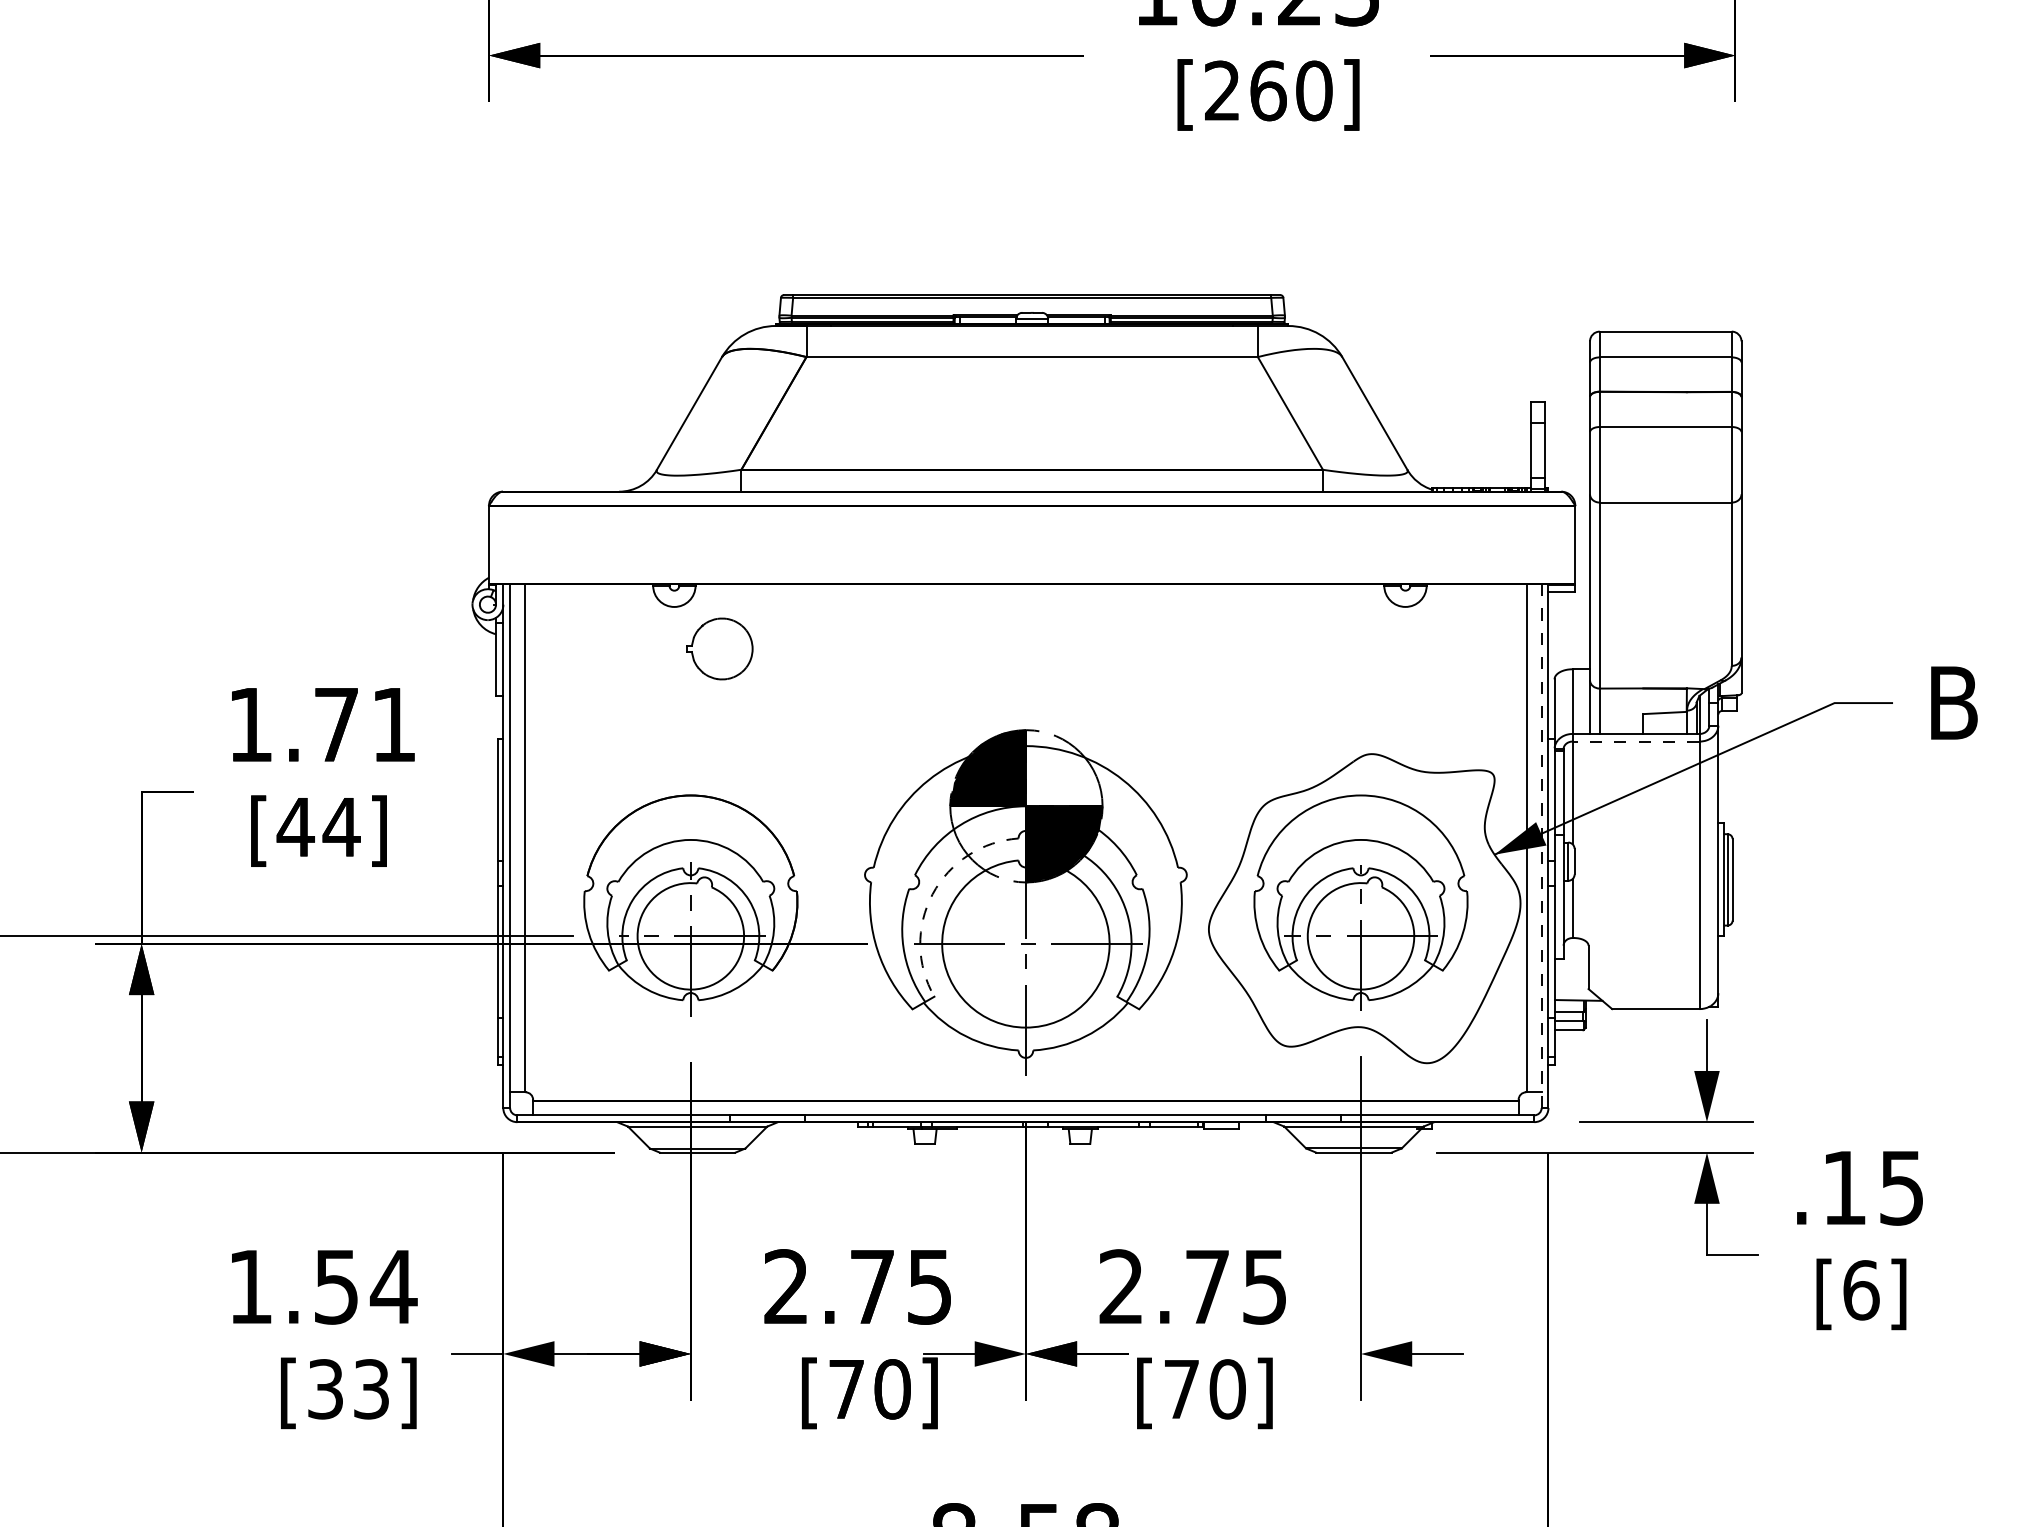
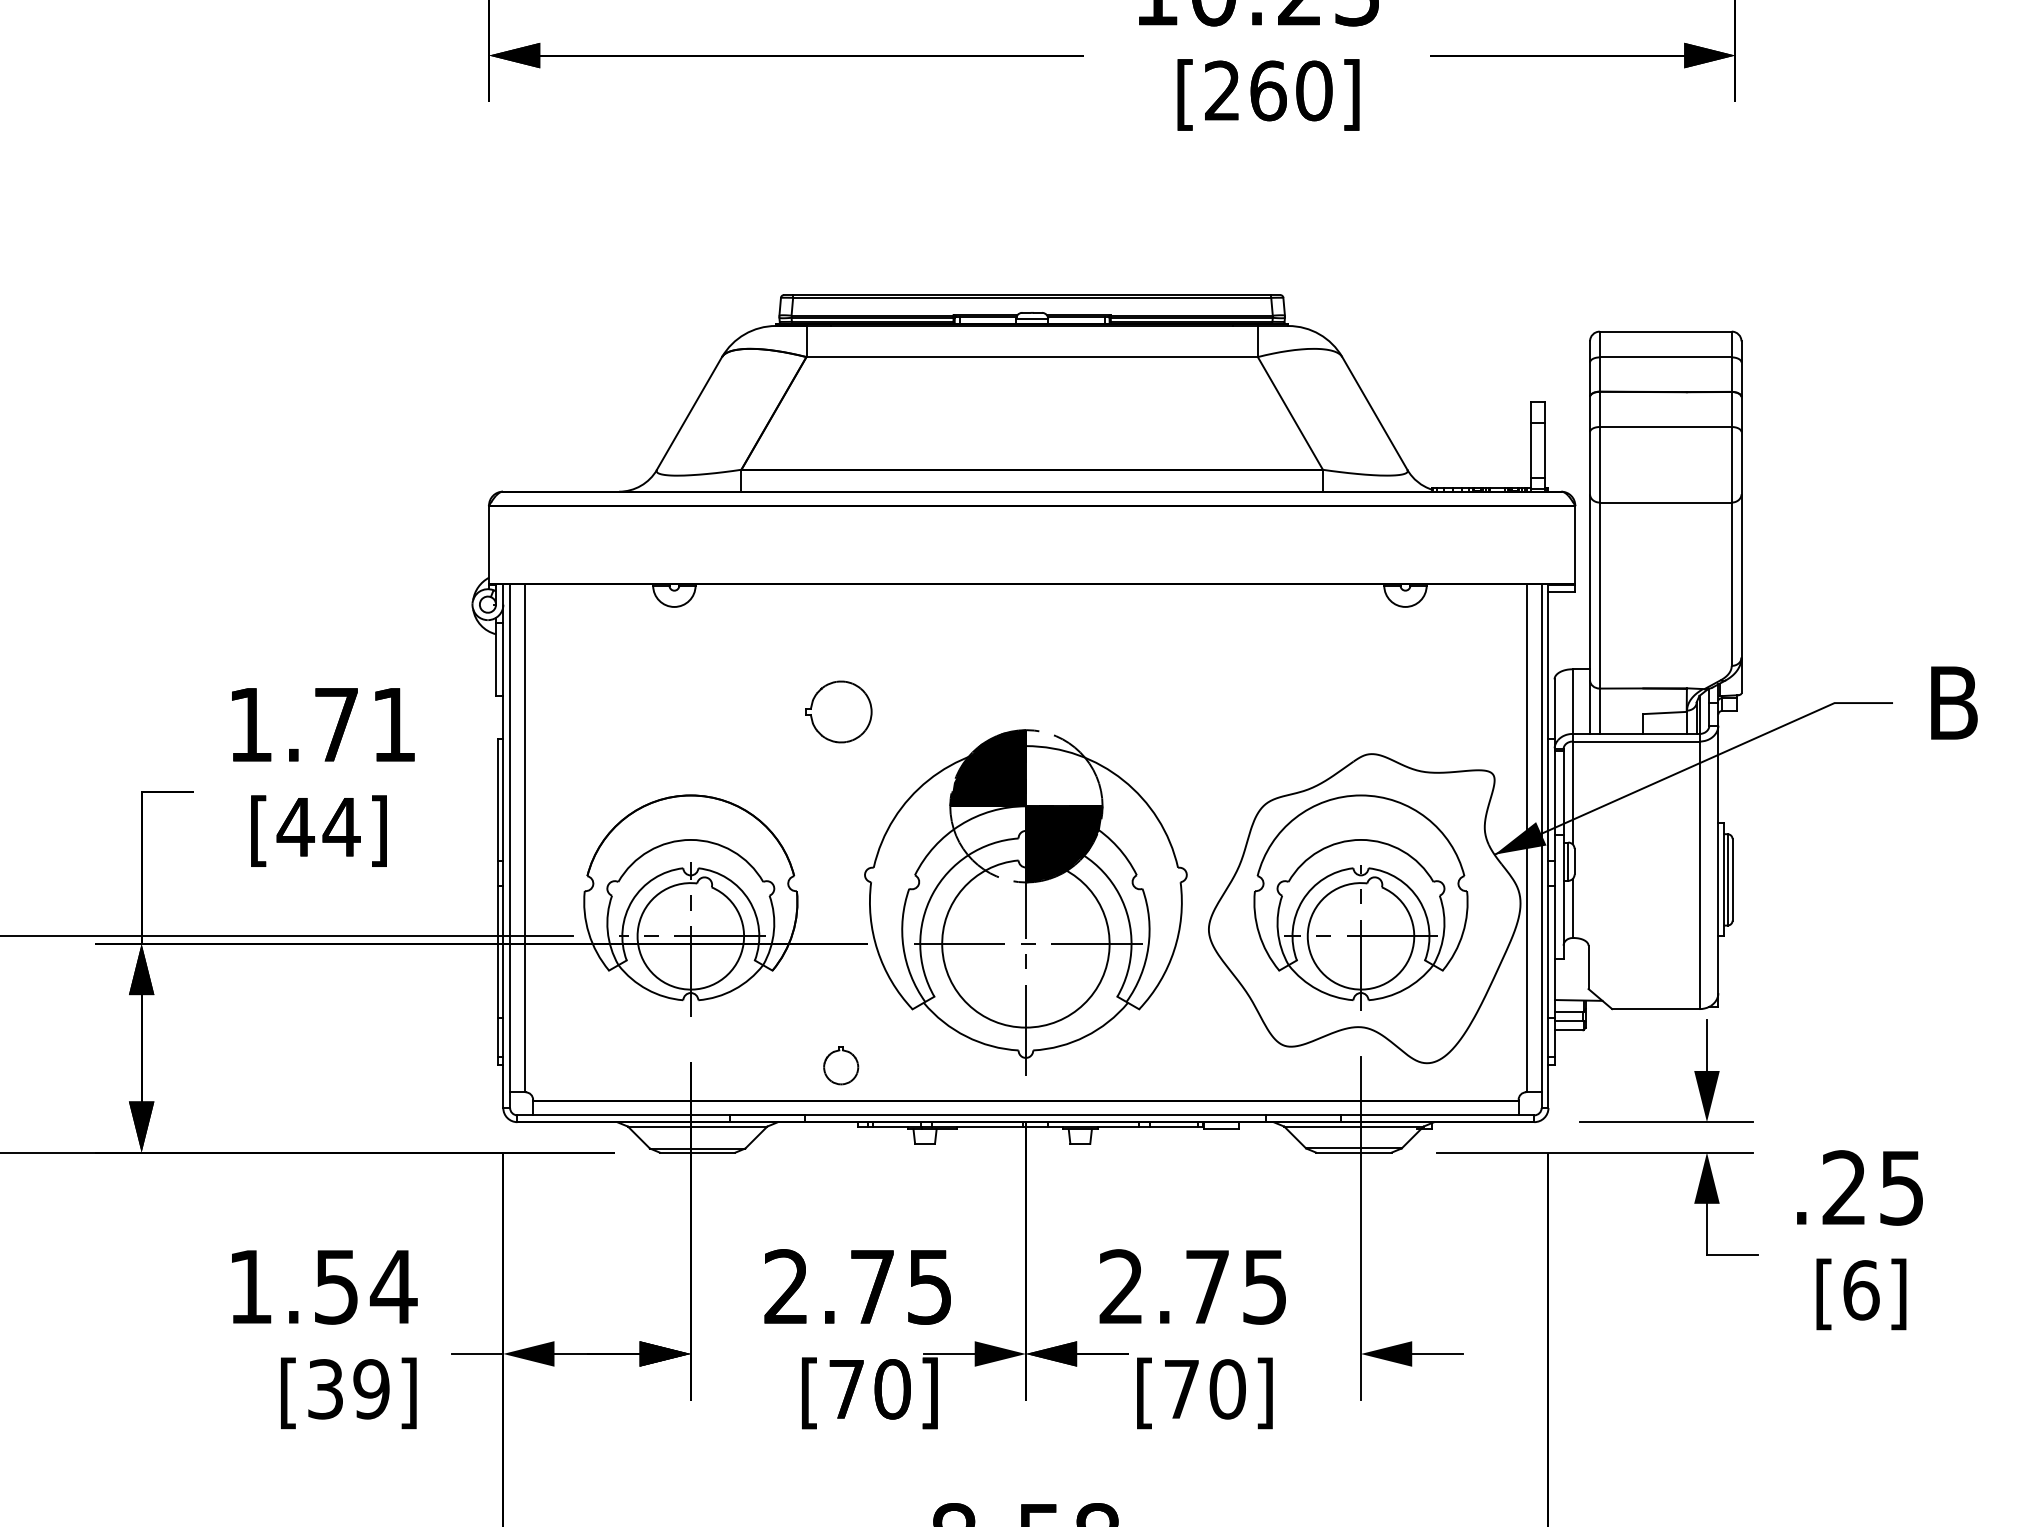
part at (719, 648) position: (719, 648) -> (838, 711)
line at (1635, 741): dashed -> solid
line at (1541, 845): dashed -> solid
arc at (932, 894): dashed -> solid
part at (841, 1065): none -> present
text at (1843, 1187): .15 -> .25
text at (371, 1389): [33] -> [39]
